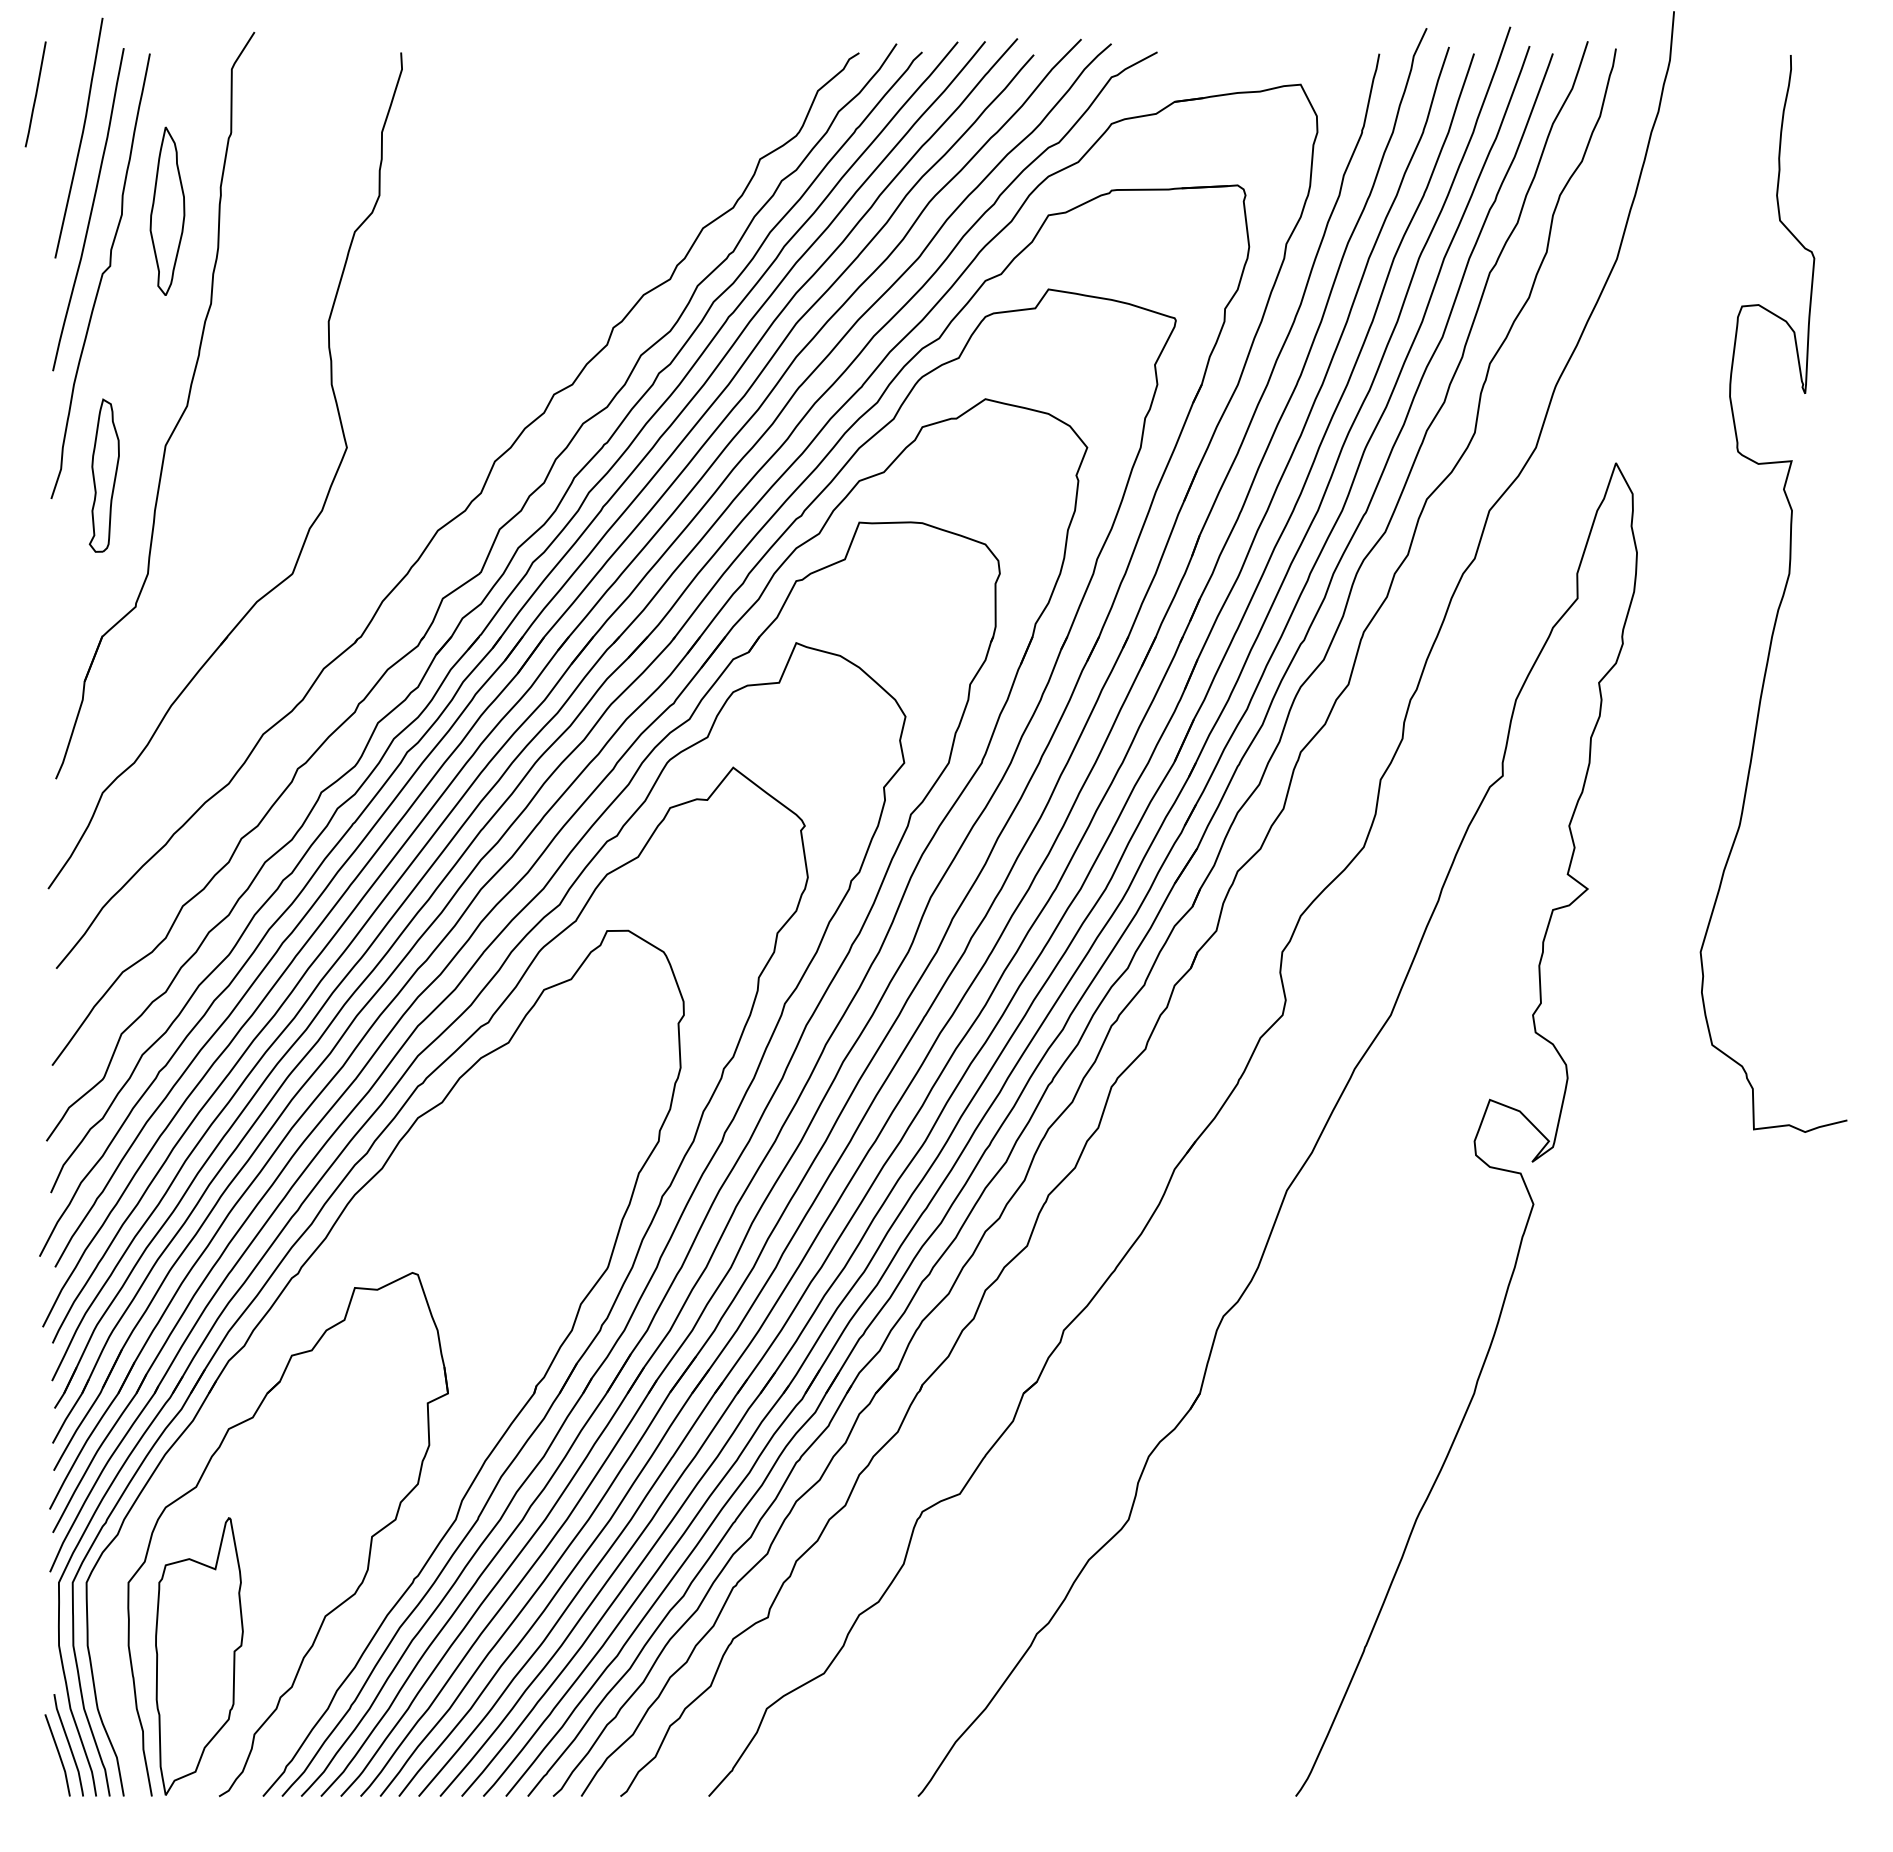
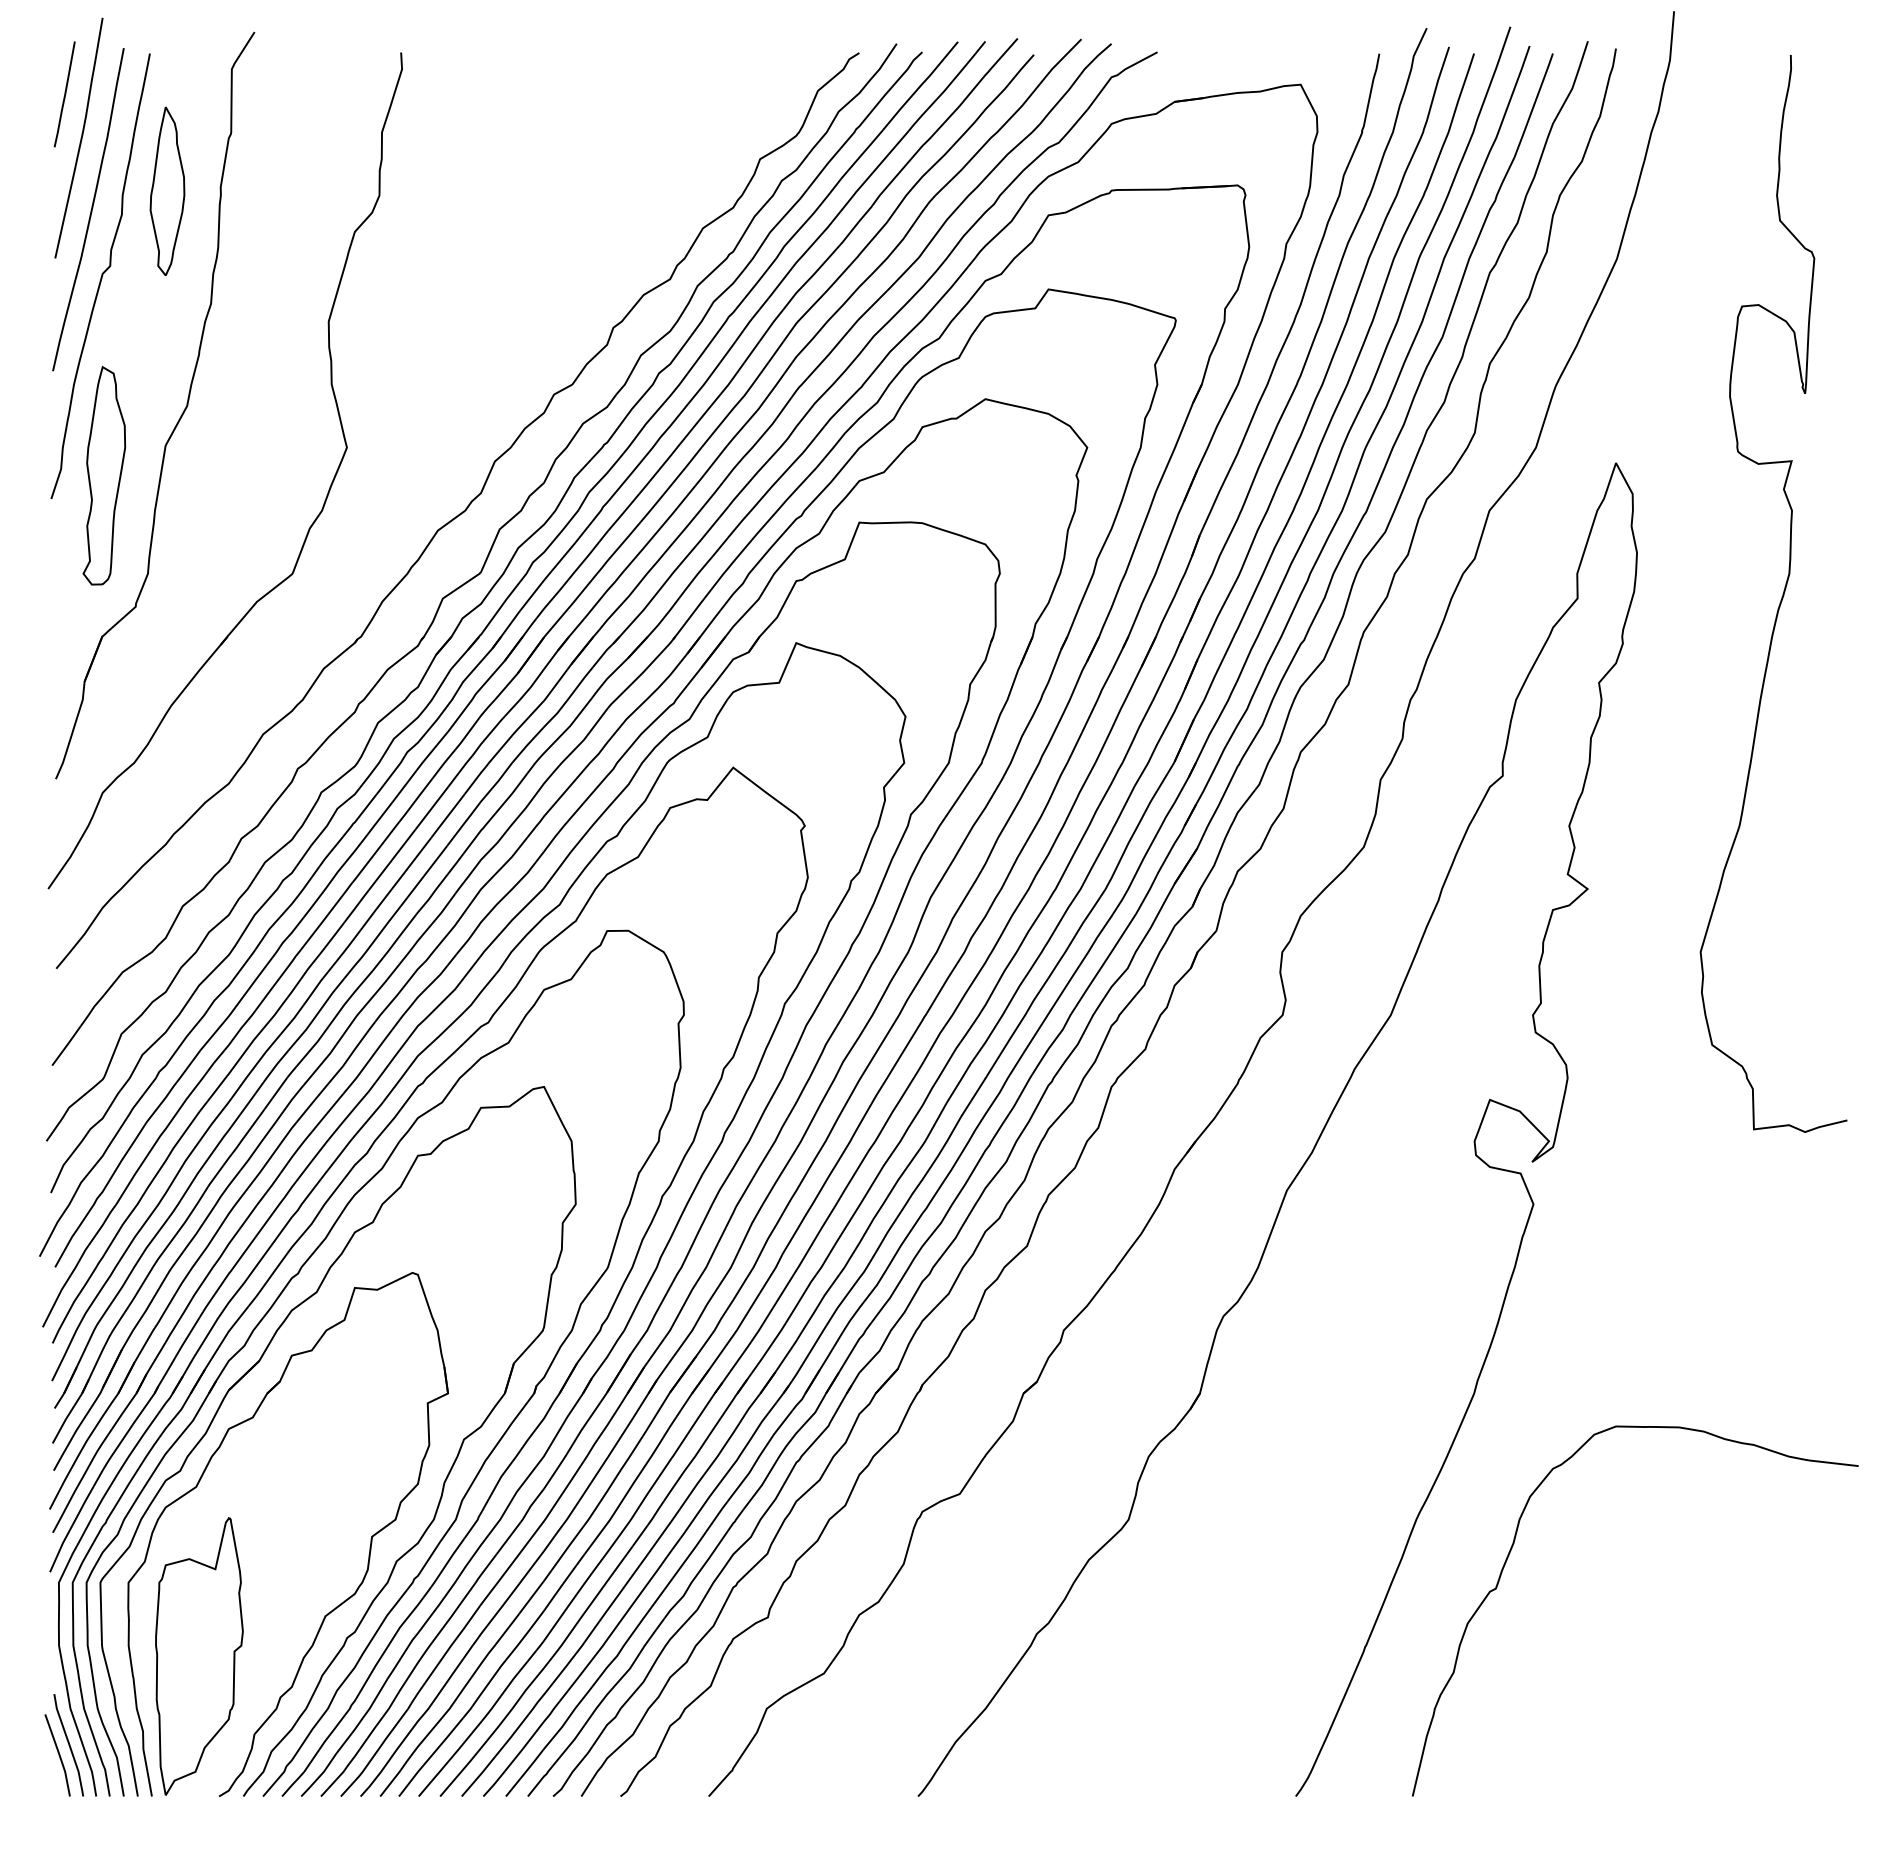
line at (35, 94) position: (35, 94) -> (64, 94)
part at (167, 210) position: (167, 210) -> (167, 190)
part at (103, 475) size: 32x155 px -> 45x221 px
part at (259, 1362): none -> present
curve at (1508, 1558): none -> present
